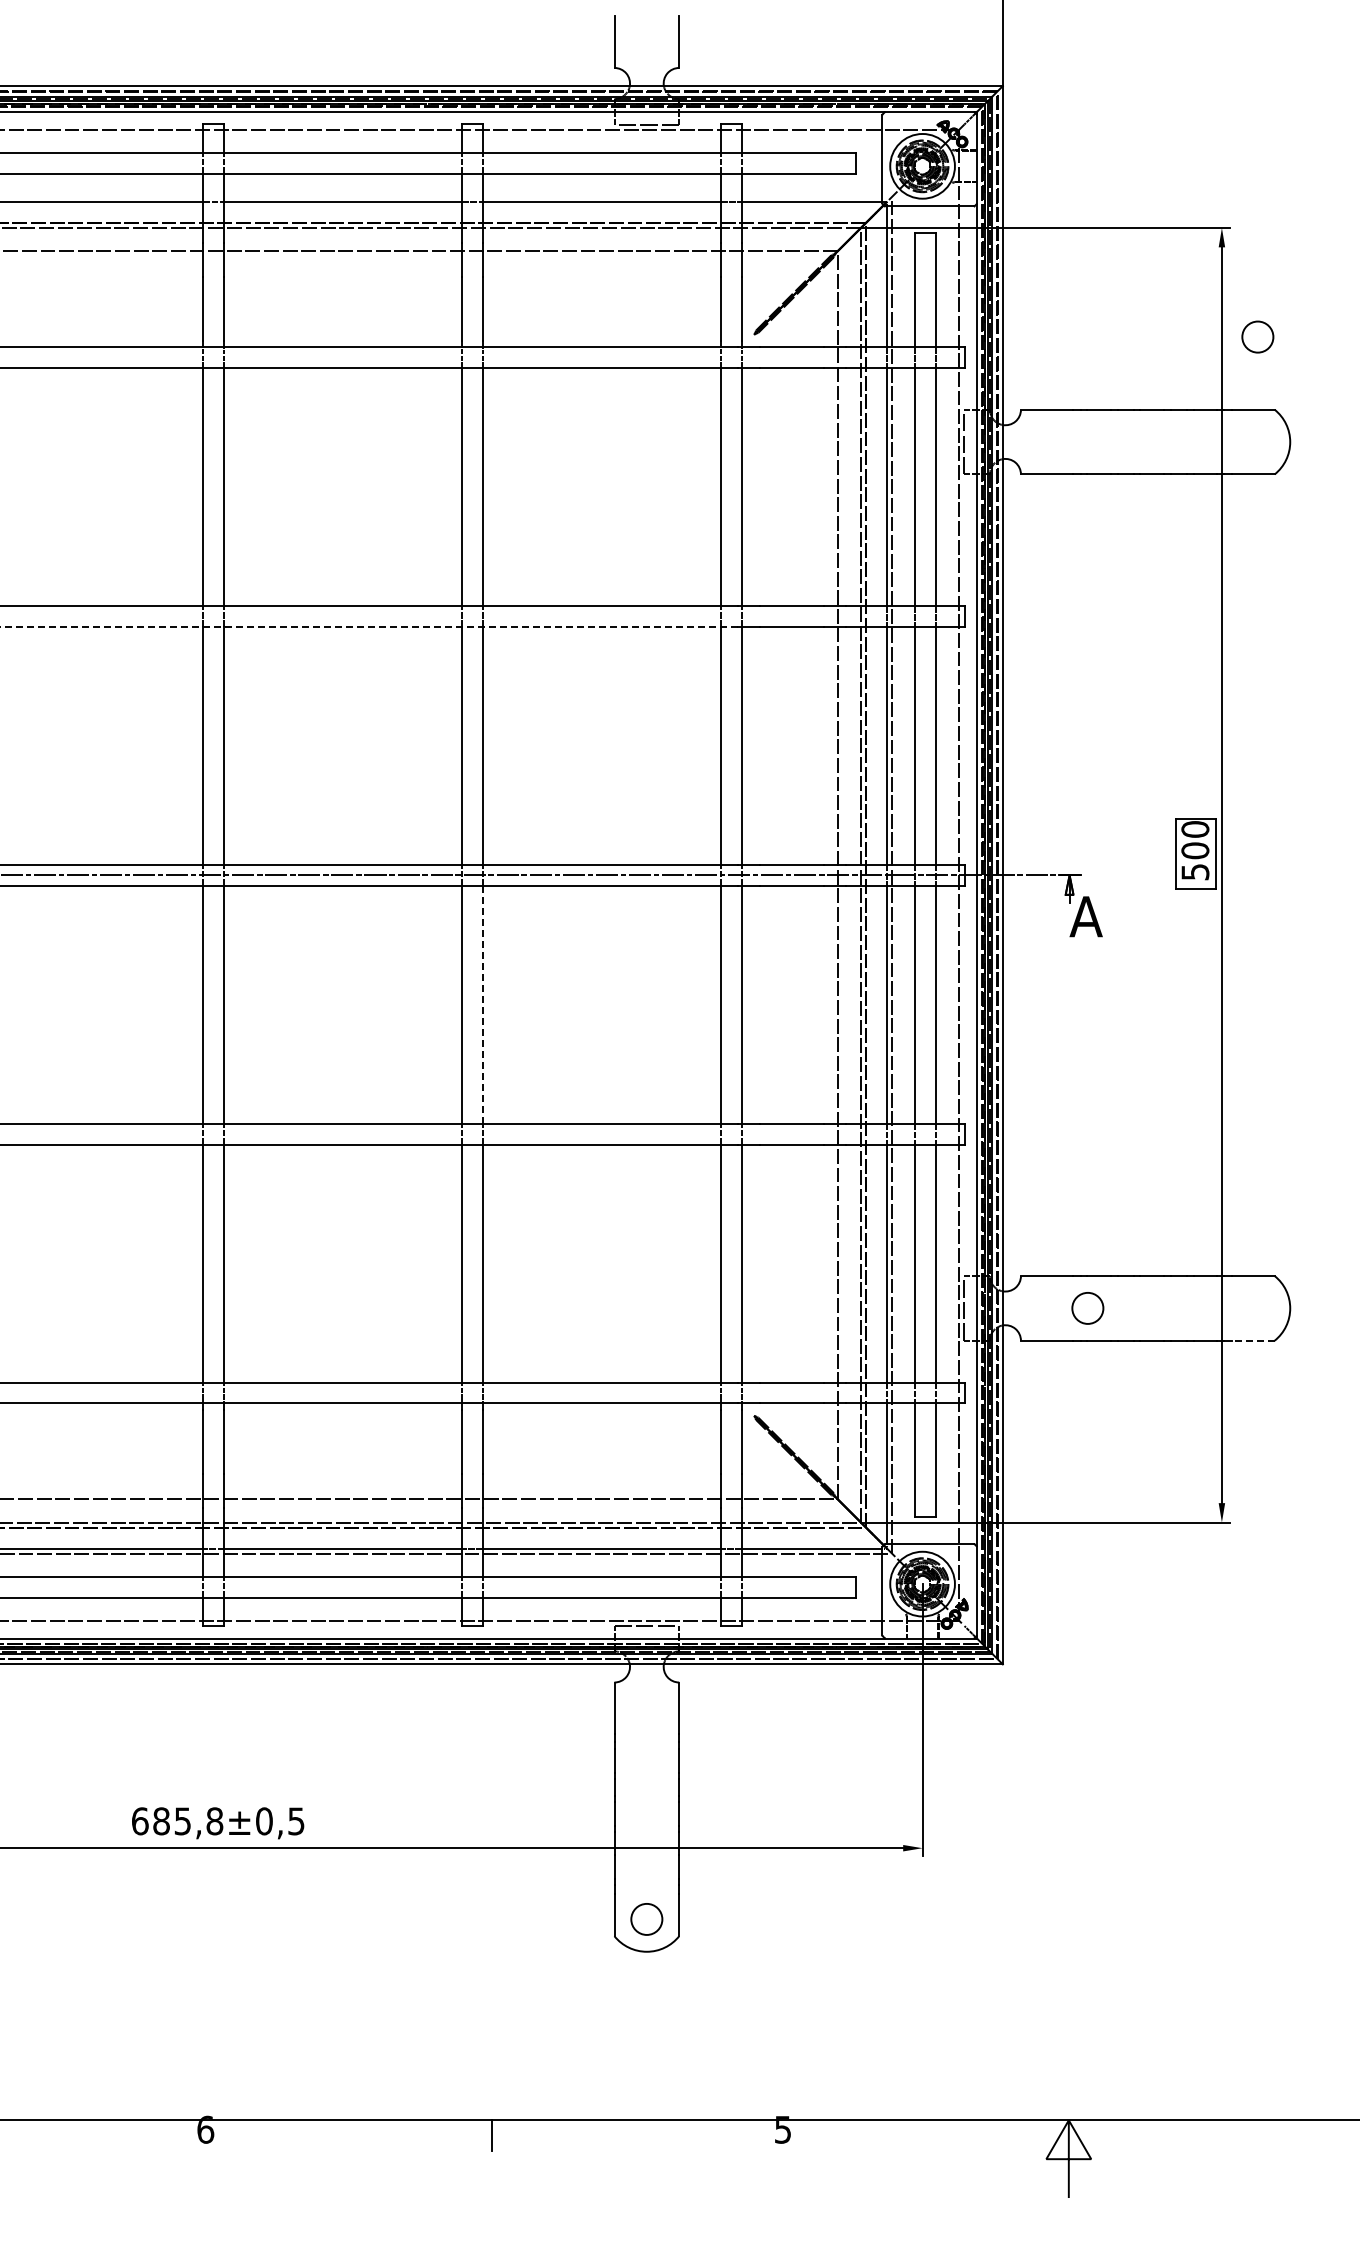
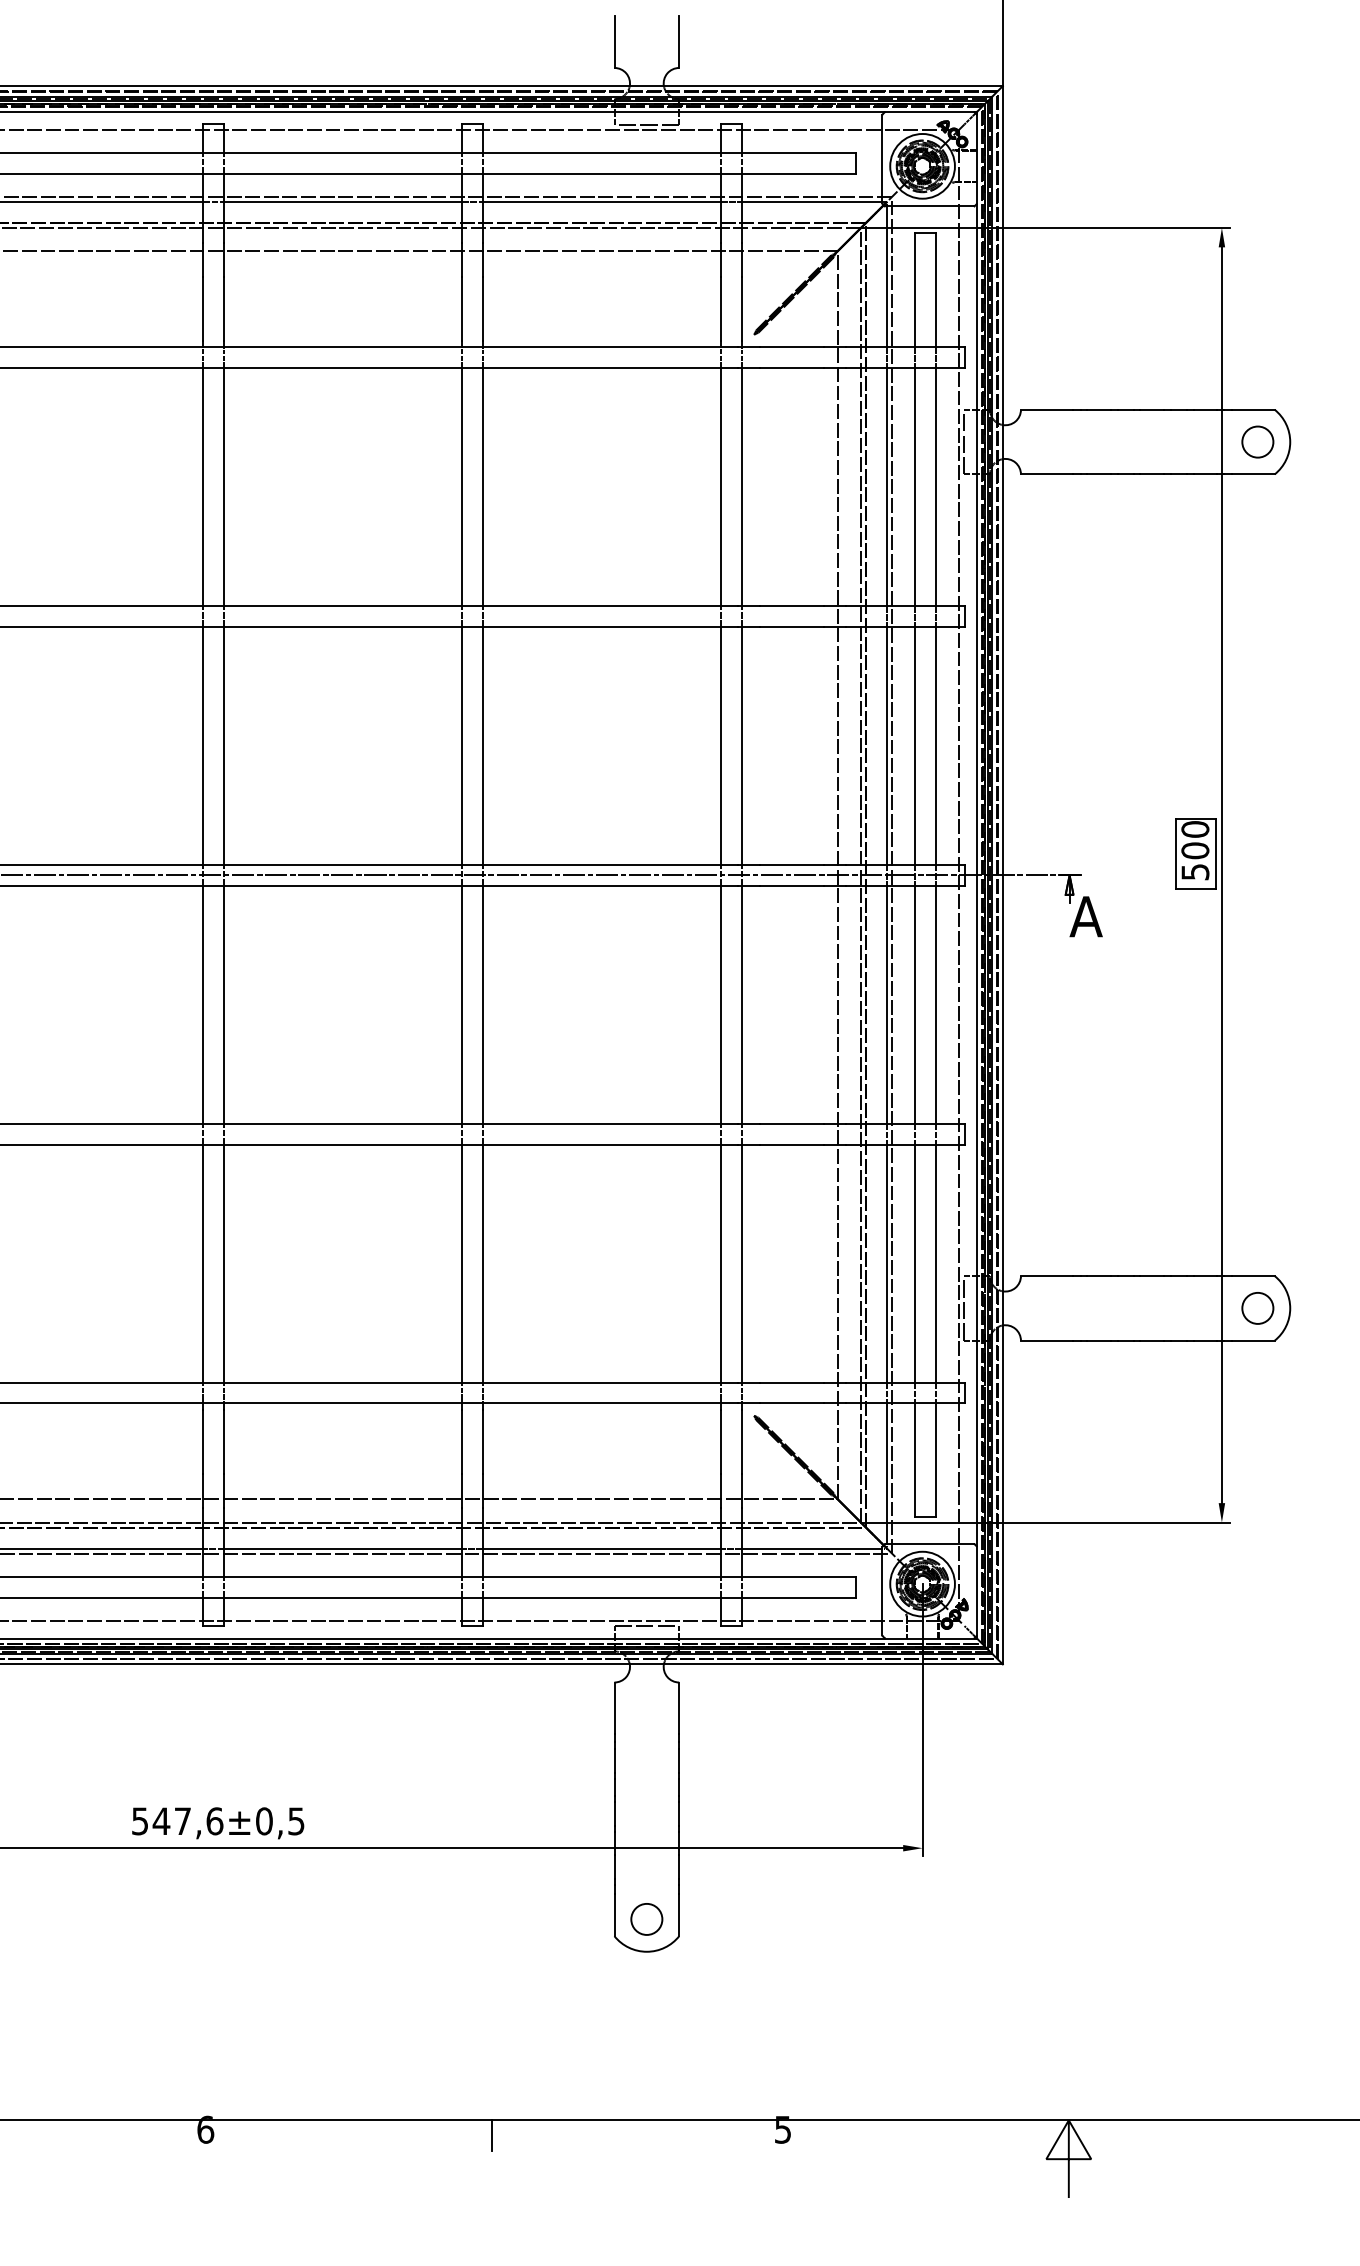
line at (447, 196): none -> present
circle at (1257, 336) position: (1257, 336) -> (1257, 441)
line at (369, 626): dashed -> solid
line at (482, 1004): dashed -> solid
circle at (1087, 1308) position: (1087, 1308) -> (1257, 1308)
line at (1252, 1340): dashed -> solid
text at (177, 1821): 685,8 -> 547,6
